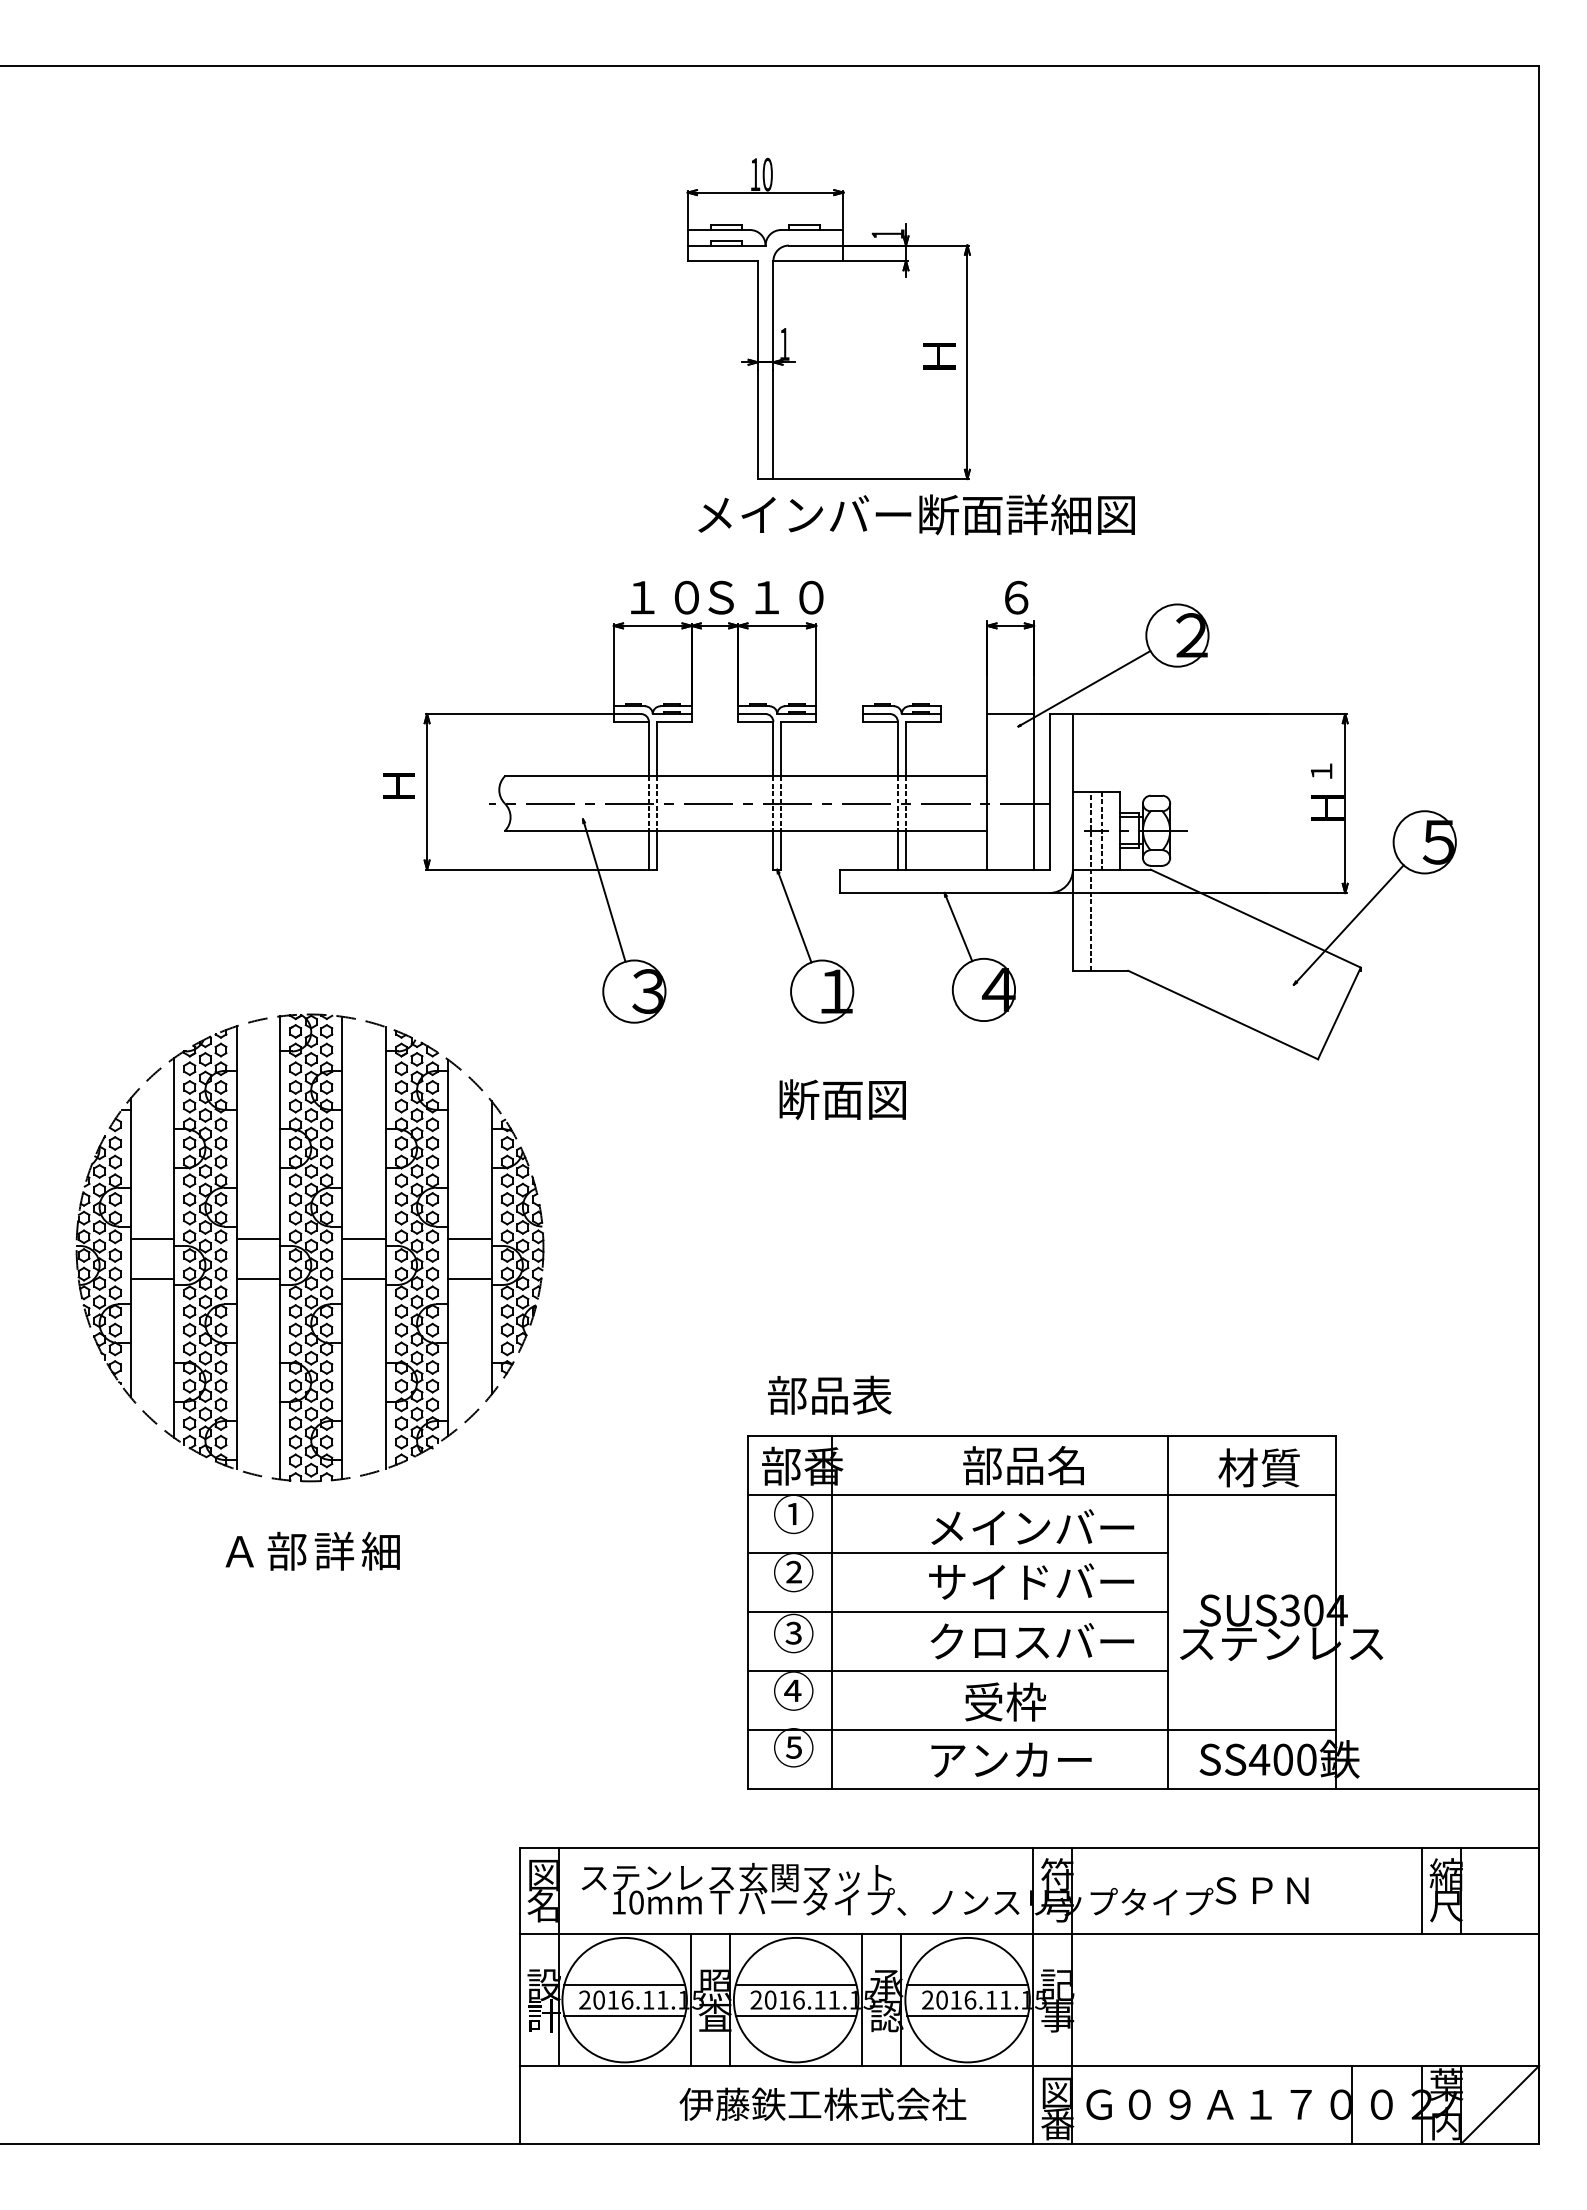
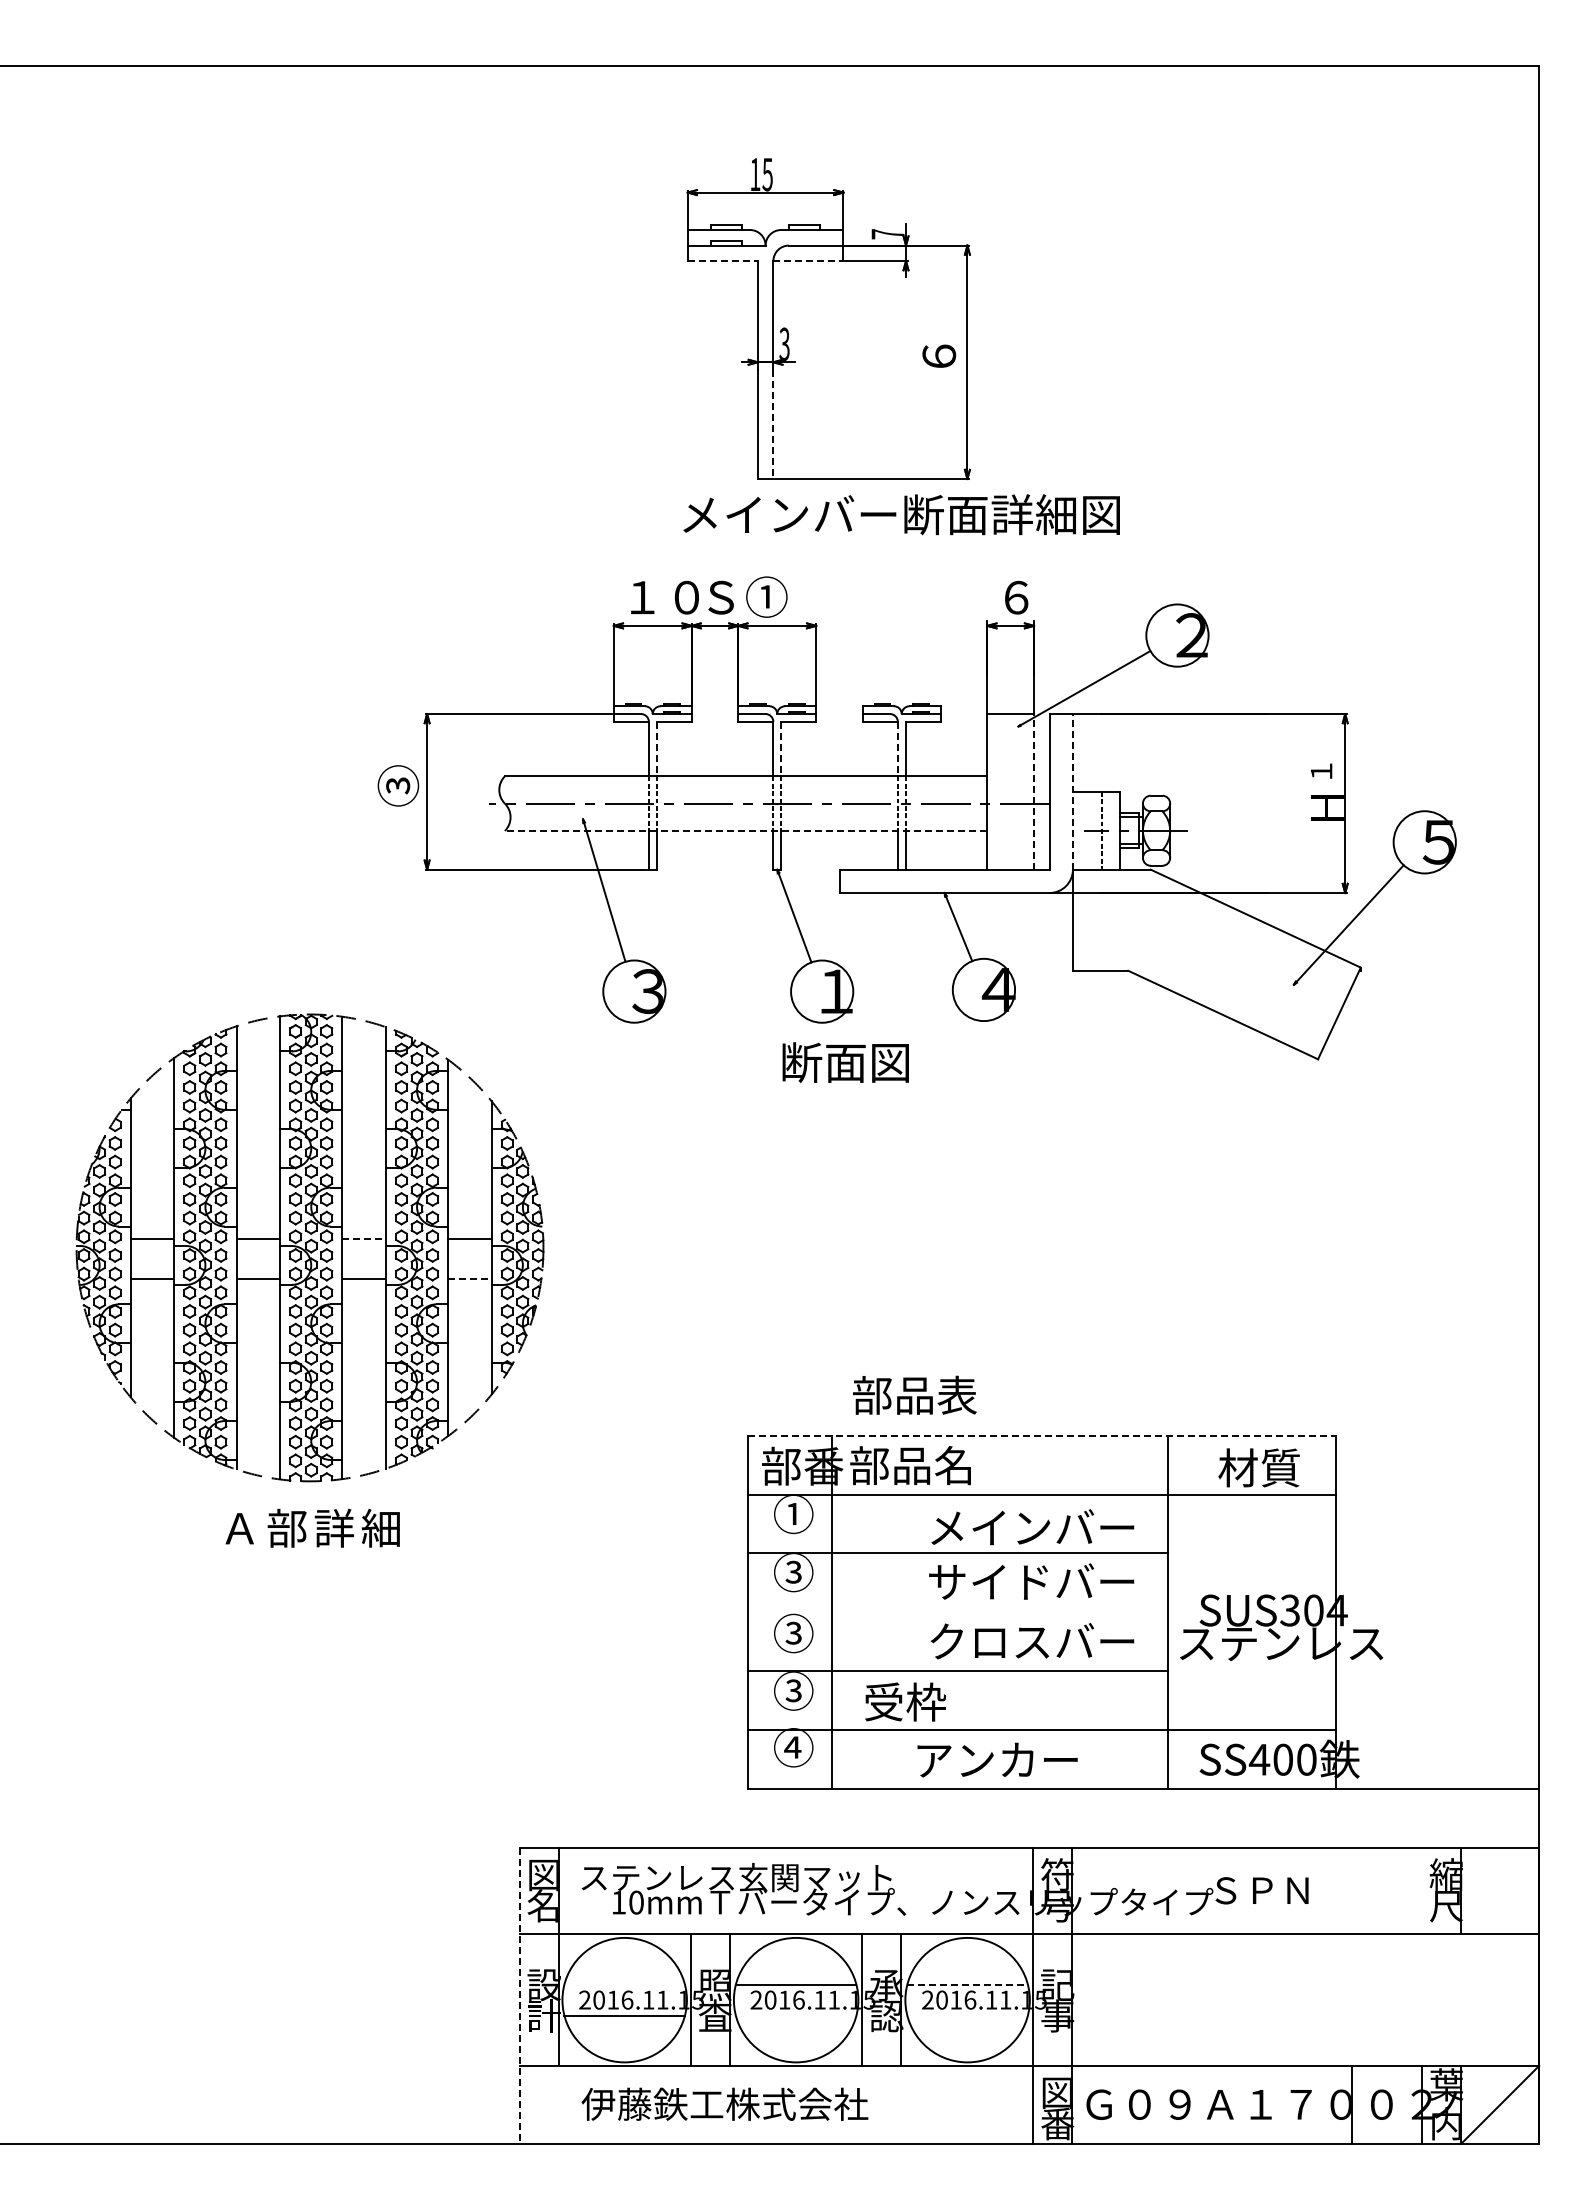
text at (767, 174): 10 -> 15
text at (887, 234): 1 -> 7
line at (723, 261): solid -> dashed
line at (808, 261): solid -> dashed
text at (784, 343): 1 -> 3
text at (939, 356): Ｈ -> ６
line at (773, 425): solid -> dashed
text at (916, 514) position: (916, 514) -> (901, 514)
text at (784, 596): １０ -> ①
line at (656, 749): solid -> dashed
line at (781, 749): solid -> dashed
line at (897, 749): solid -> dashed
text at (398, 785): Ｈ -> ③
line at (1034, 791): solid -> dashed
line at (1072, 791): solid -> dashed
line at (745, 830): solid -> dashed
line at (1090, 880): present -> none
text at (842, 1099) position: (842, 1099) -> (845, 1062)
line at (364, 1238): solid -> dashed
line at (469, 1279): solid -> dashed
text at (829, 1394) position: (829, 1394) -> (914, 1394)
line at (1042, 1435): solid -> dashed
text at (1023, 1465) position: (1023, 1465) -> (910, 1465)
text at (312, 1550) position: (312, 1550) -> (312, 1527)
text at (793, 1572): ② -> ③
line at (958, 1612): present -> none
text at (792, 1690): ④ -> ③
text at (1005, 1701) position: (1005, 1701) -> (905, 1701)
text at (792, 1747): ⑤ -> ④
text at (1011, 1759) position: (1011, 1759) -> (997, 1759)
line at (1422, 1890): present -> none
line at (624, 1984): present -> none
line at (968, 1984): solid -> dashed
line at (519, 1995): solid -> dashed
line at (795, 2015): present -> none
line at (967, 2015): present -> none
text at (822, 2103) position: (822, 2103) -> (724, 2103)
